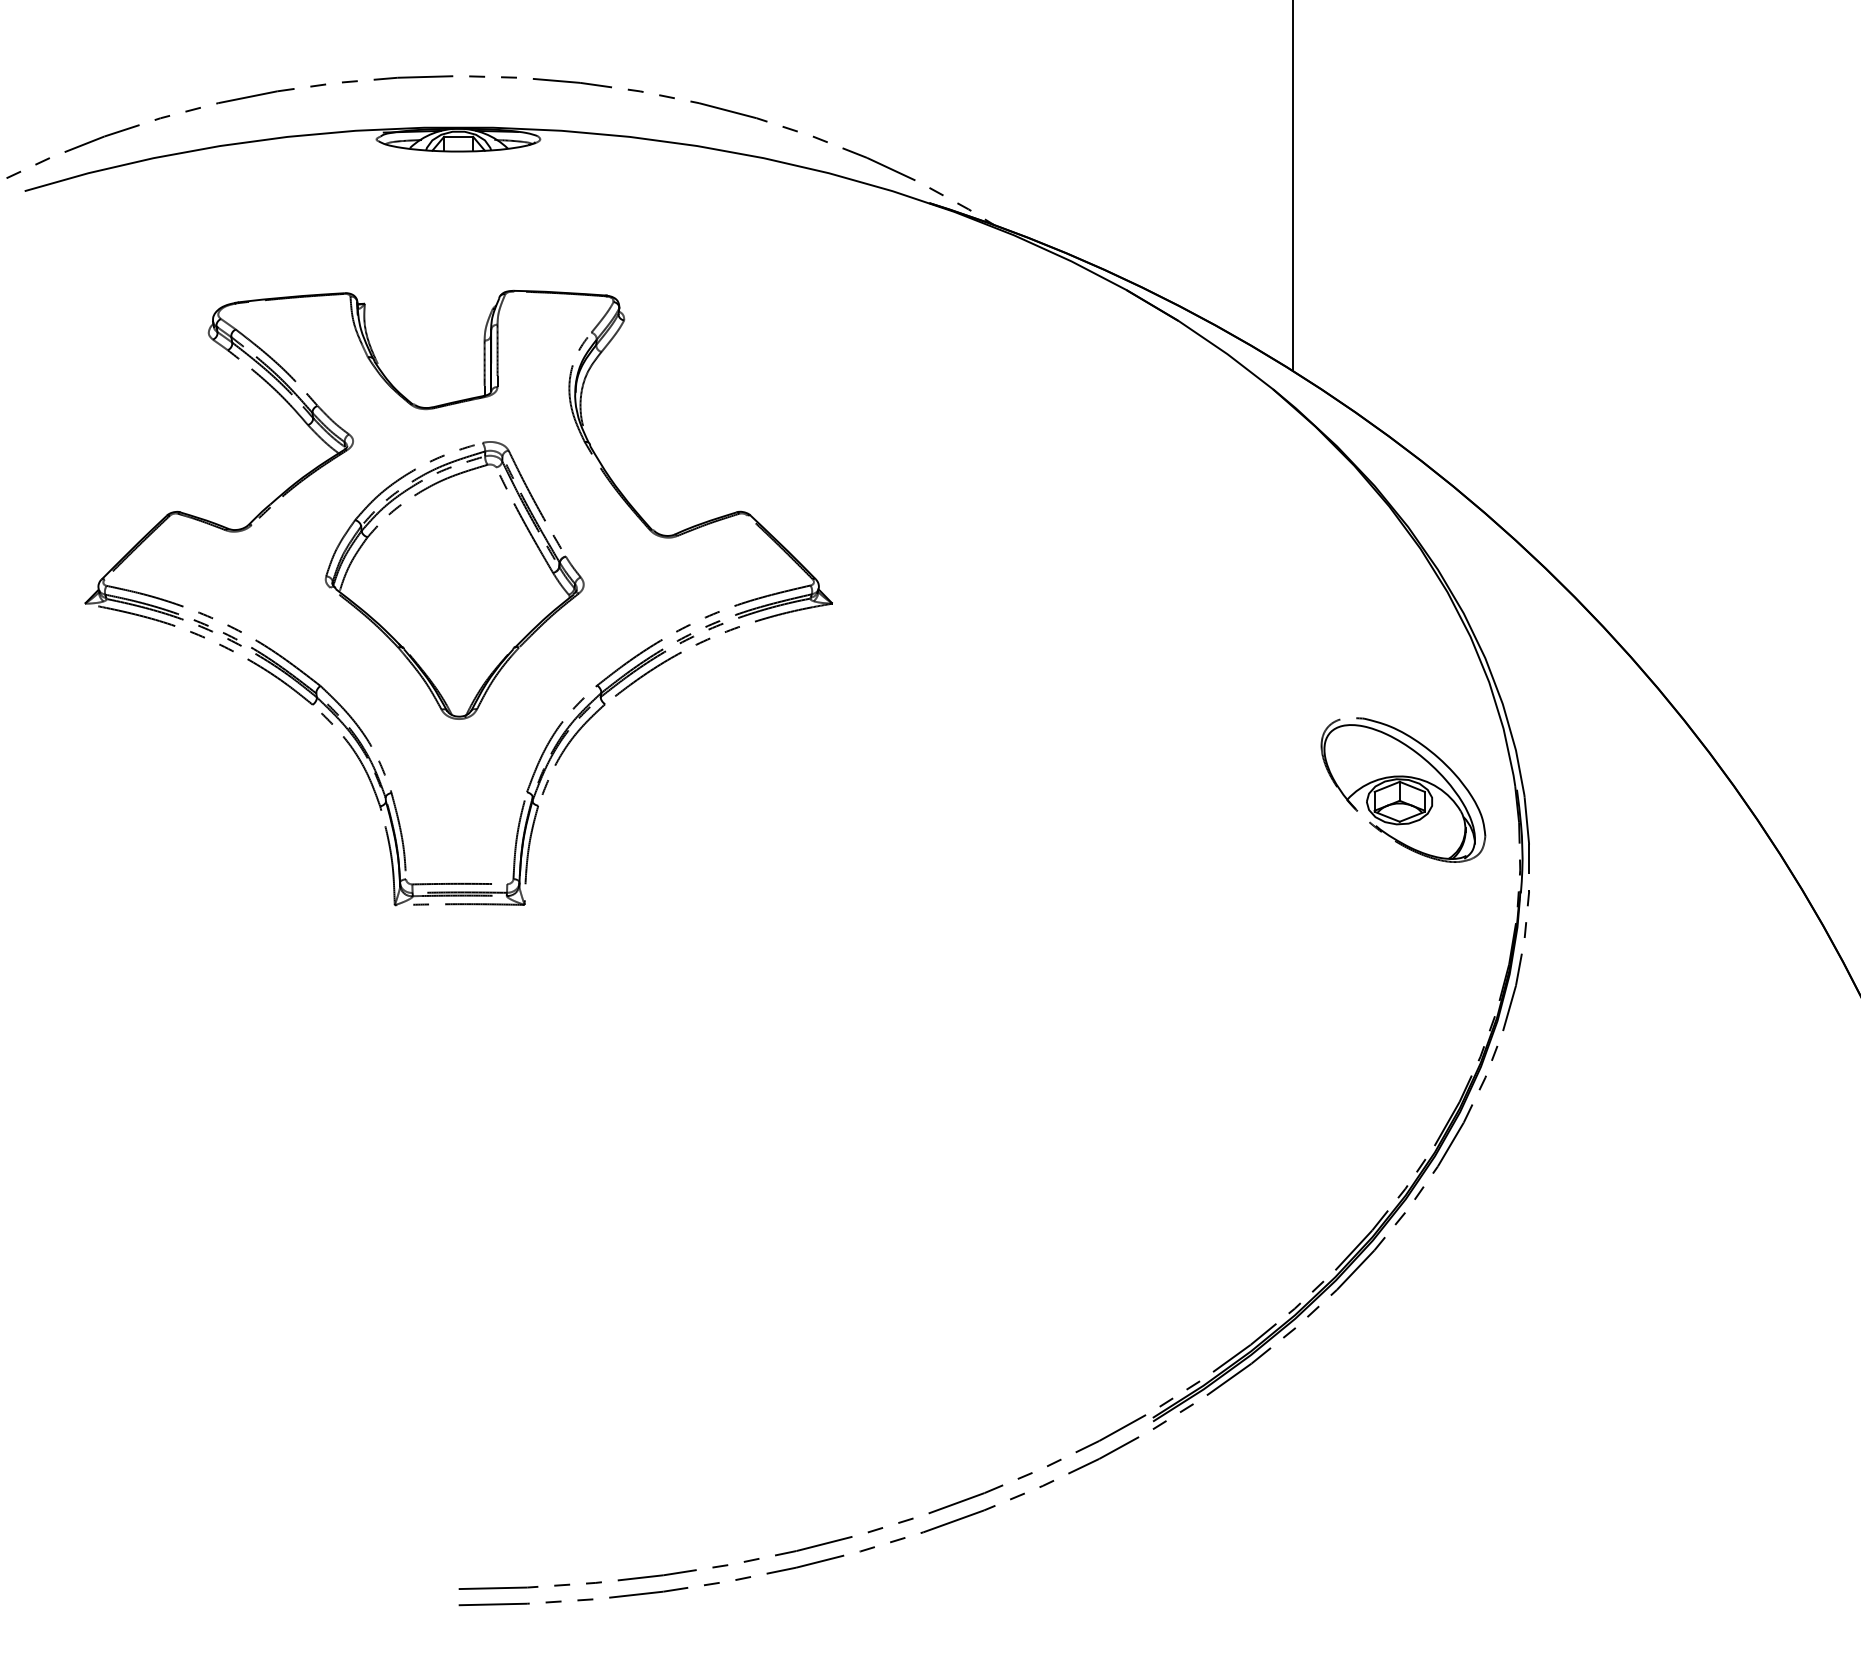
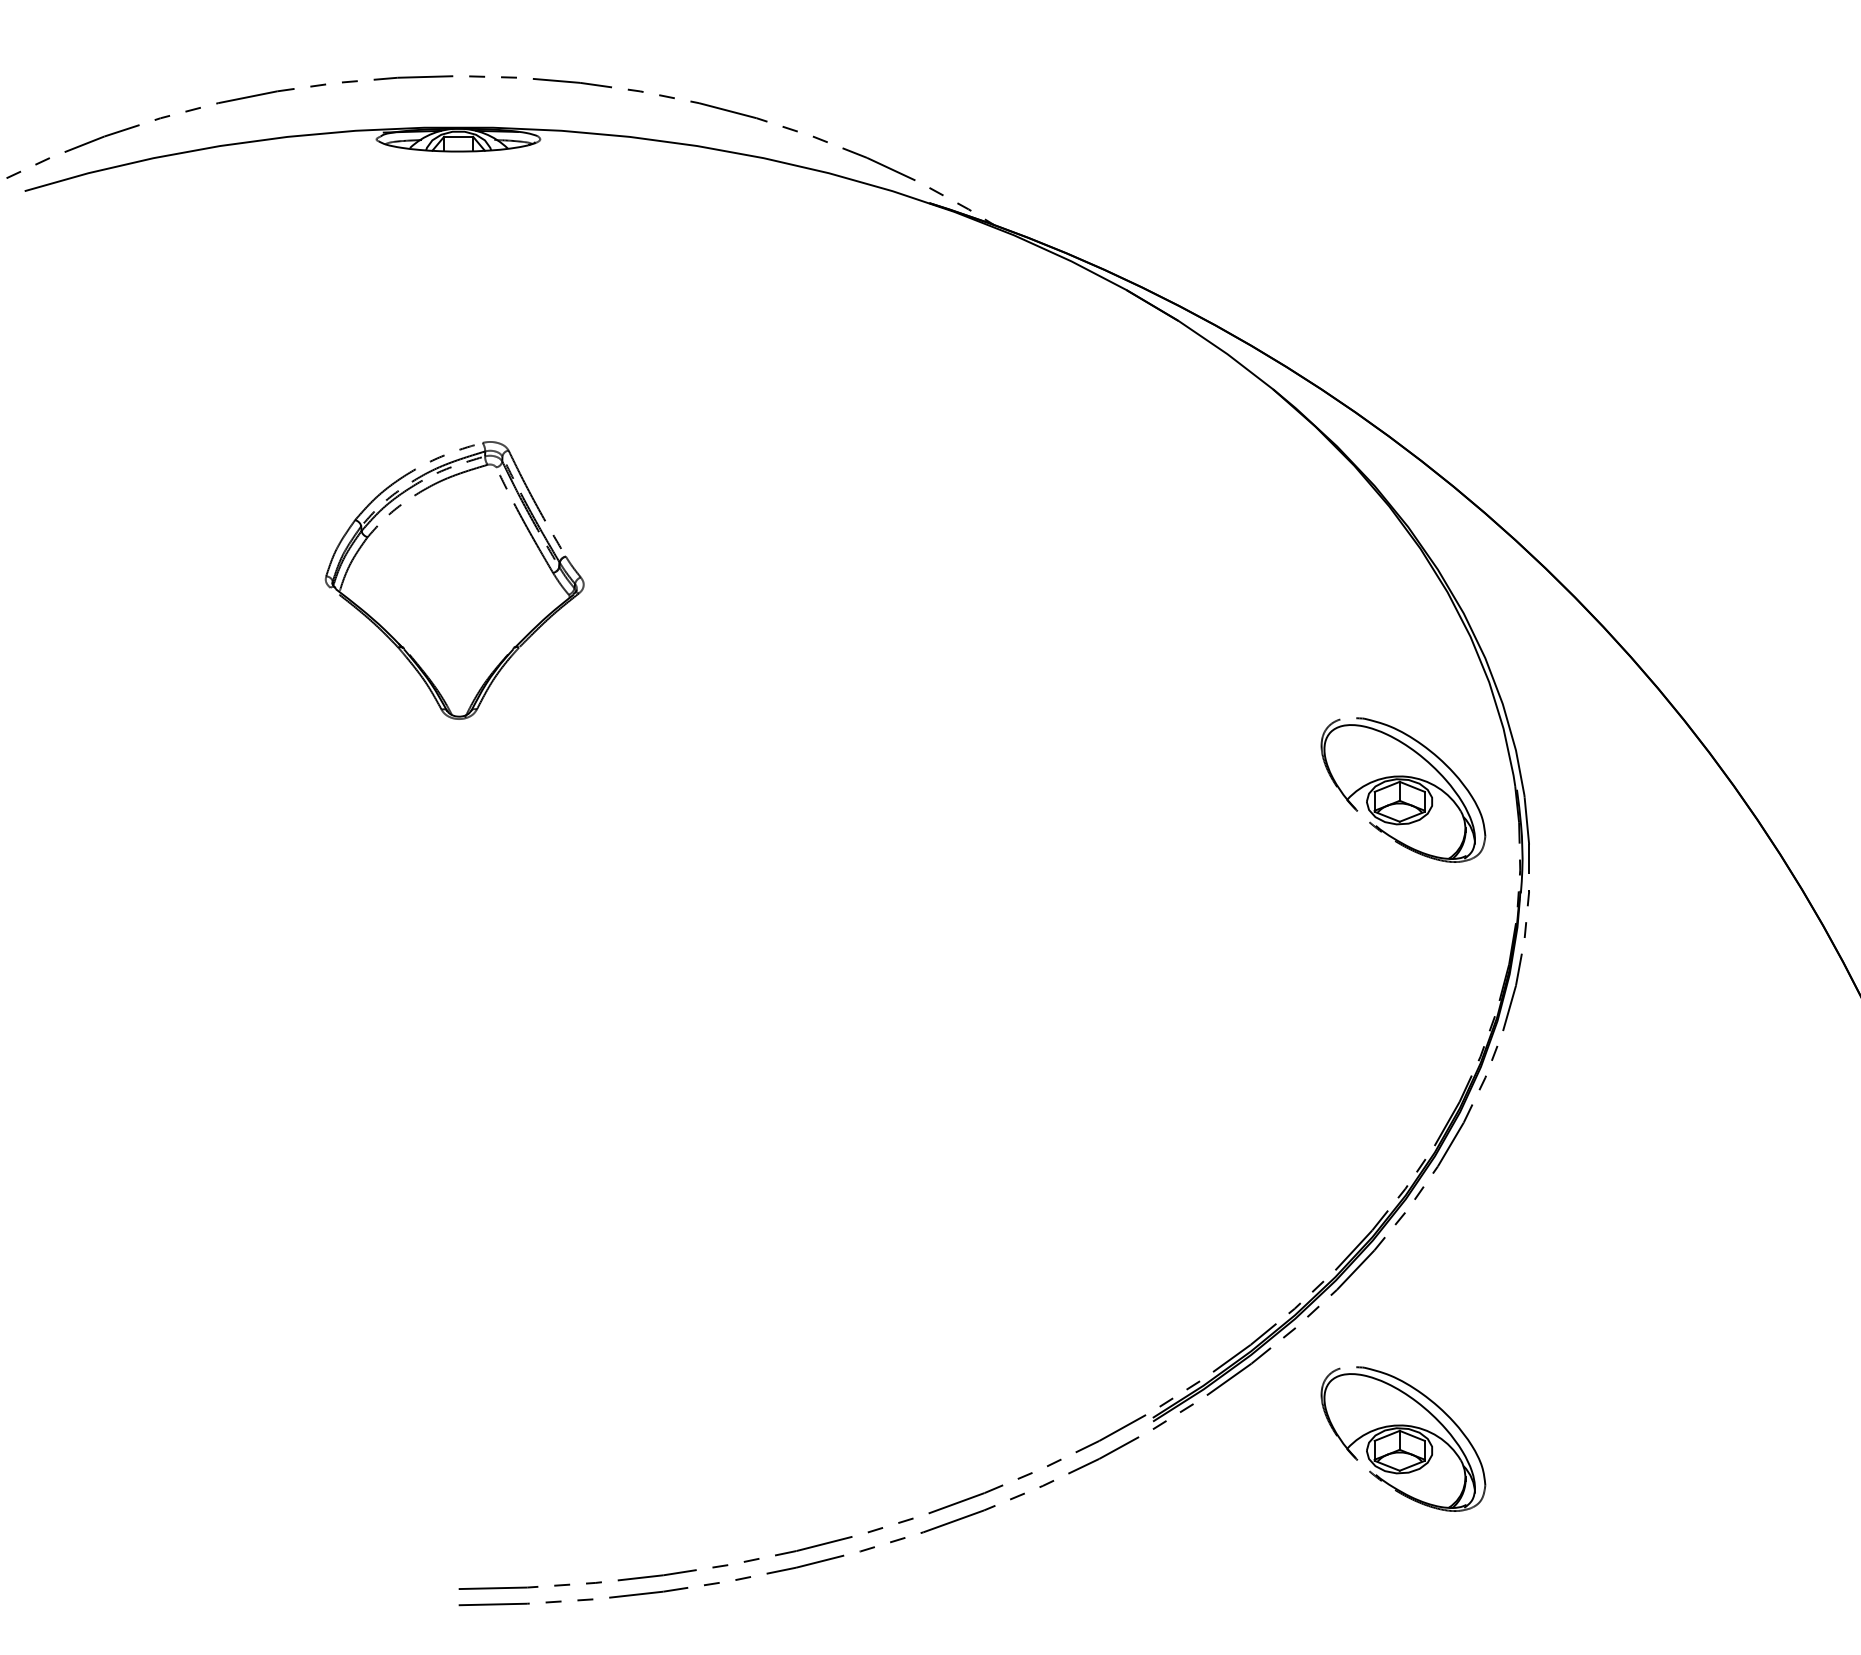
line at (1293, 186): present -> none
part at (345, 709): present -> none
part at (1403, 1438): none -> present
